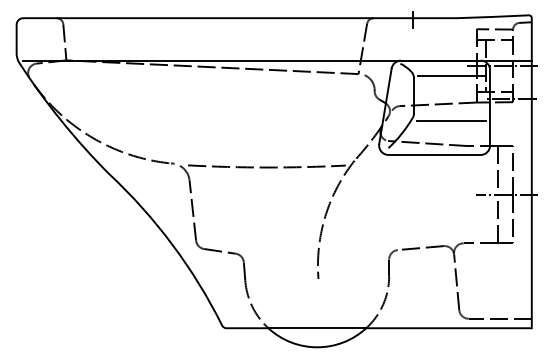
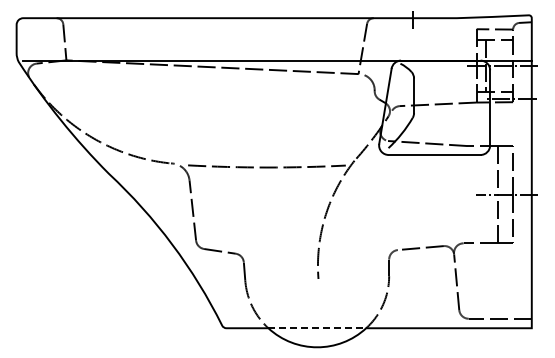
line at (451, 76): present -> none
line at (451, 120): present -> none
line at (317, 328): solid -> dashed
